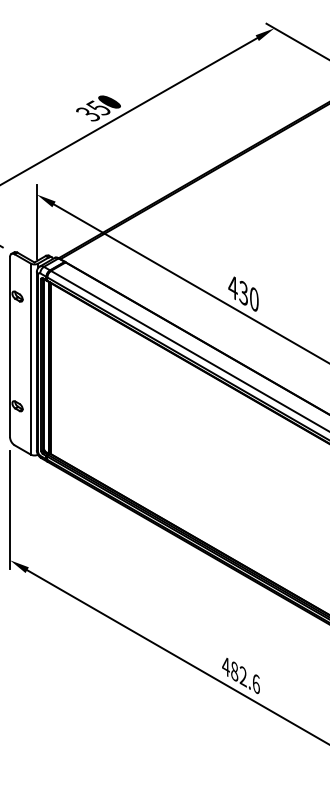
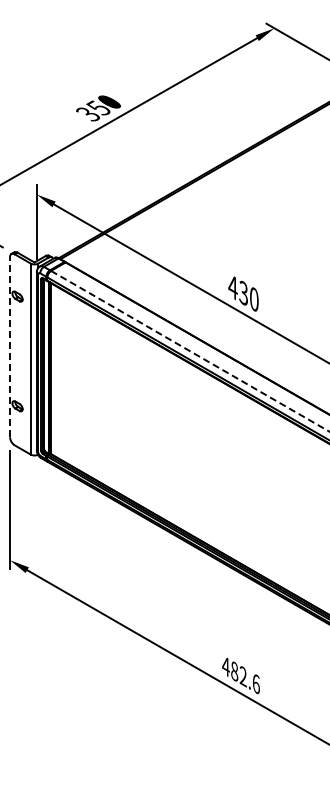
line at (10, 346): solid -> dashed
line at (190, 351): solid -> dashed
